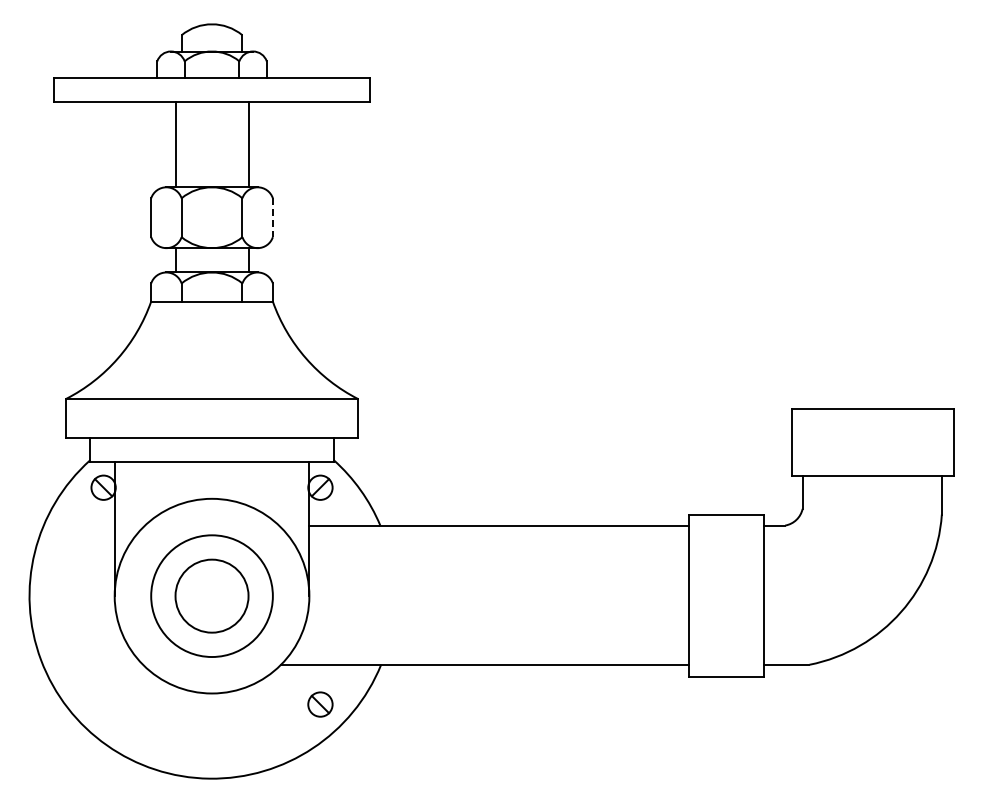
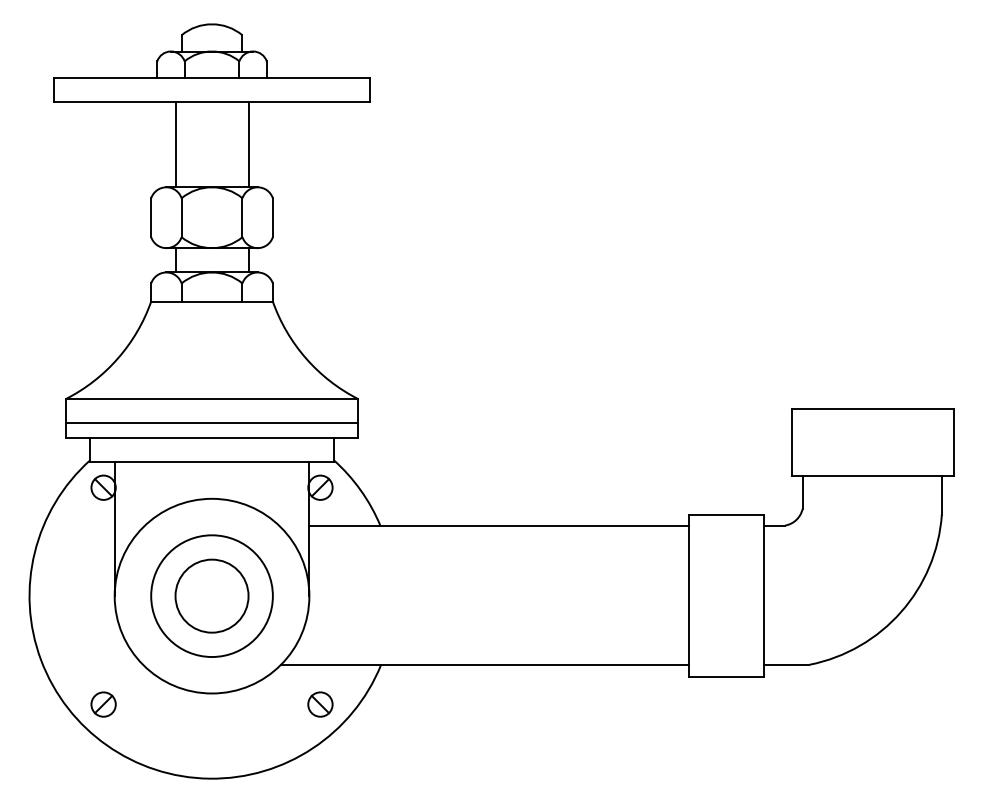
line at (272, 218): dashed -> solid
line at (212, 423): none -> present
part at (103, 704): none -> present
